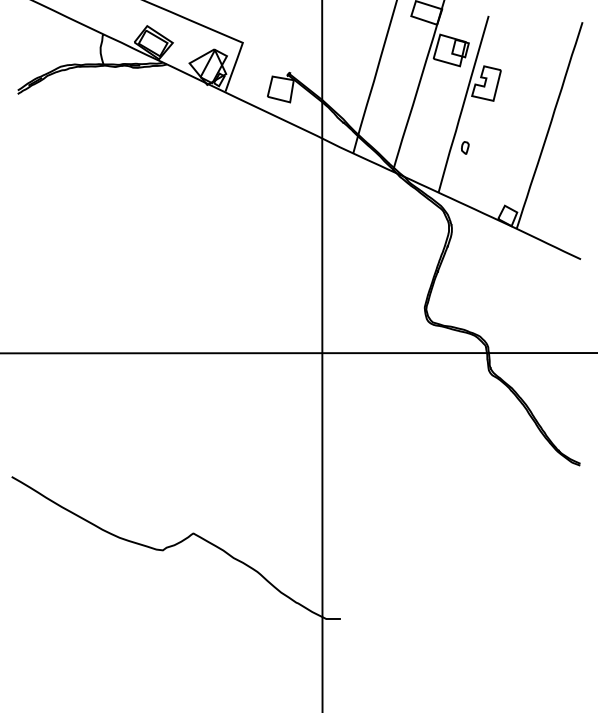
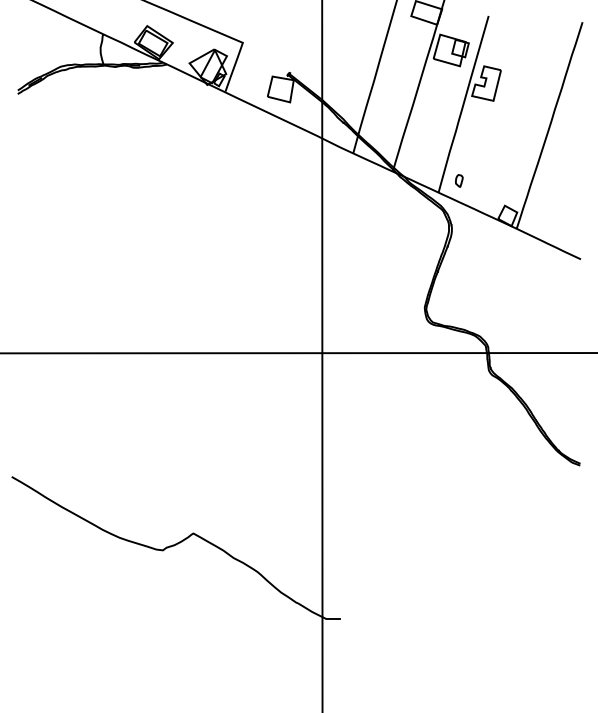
part at (465, 147) position: (465, 147) -> (459, 180)
